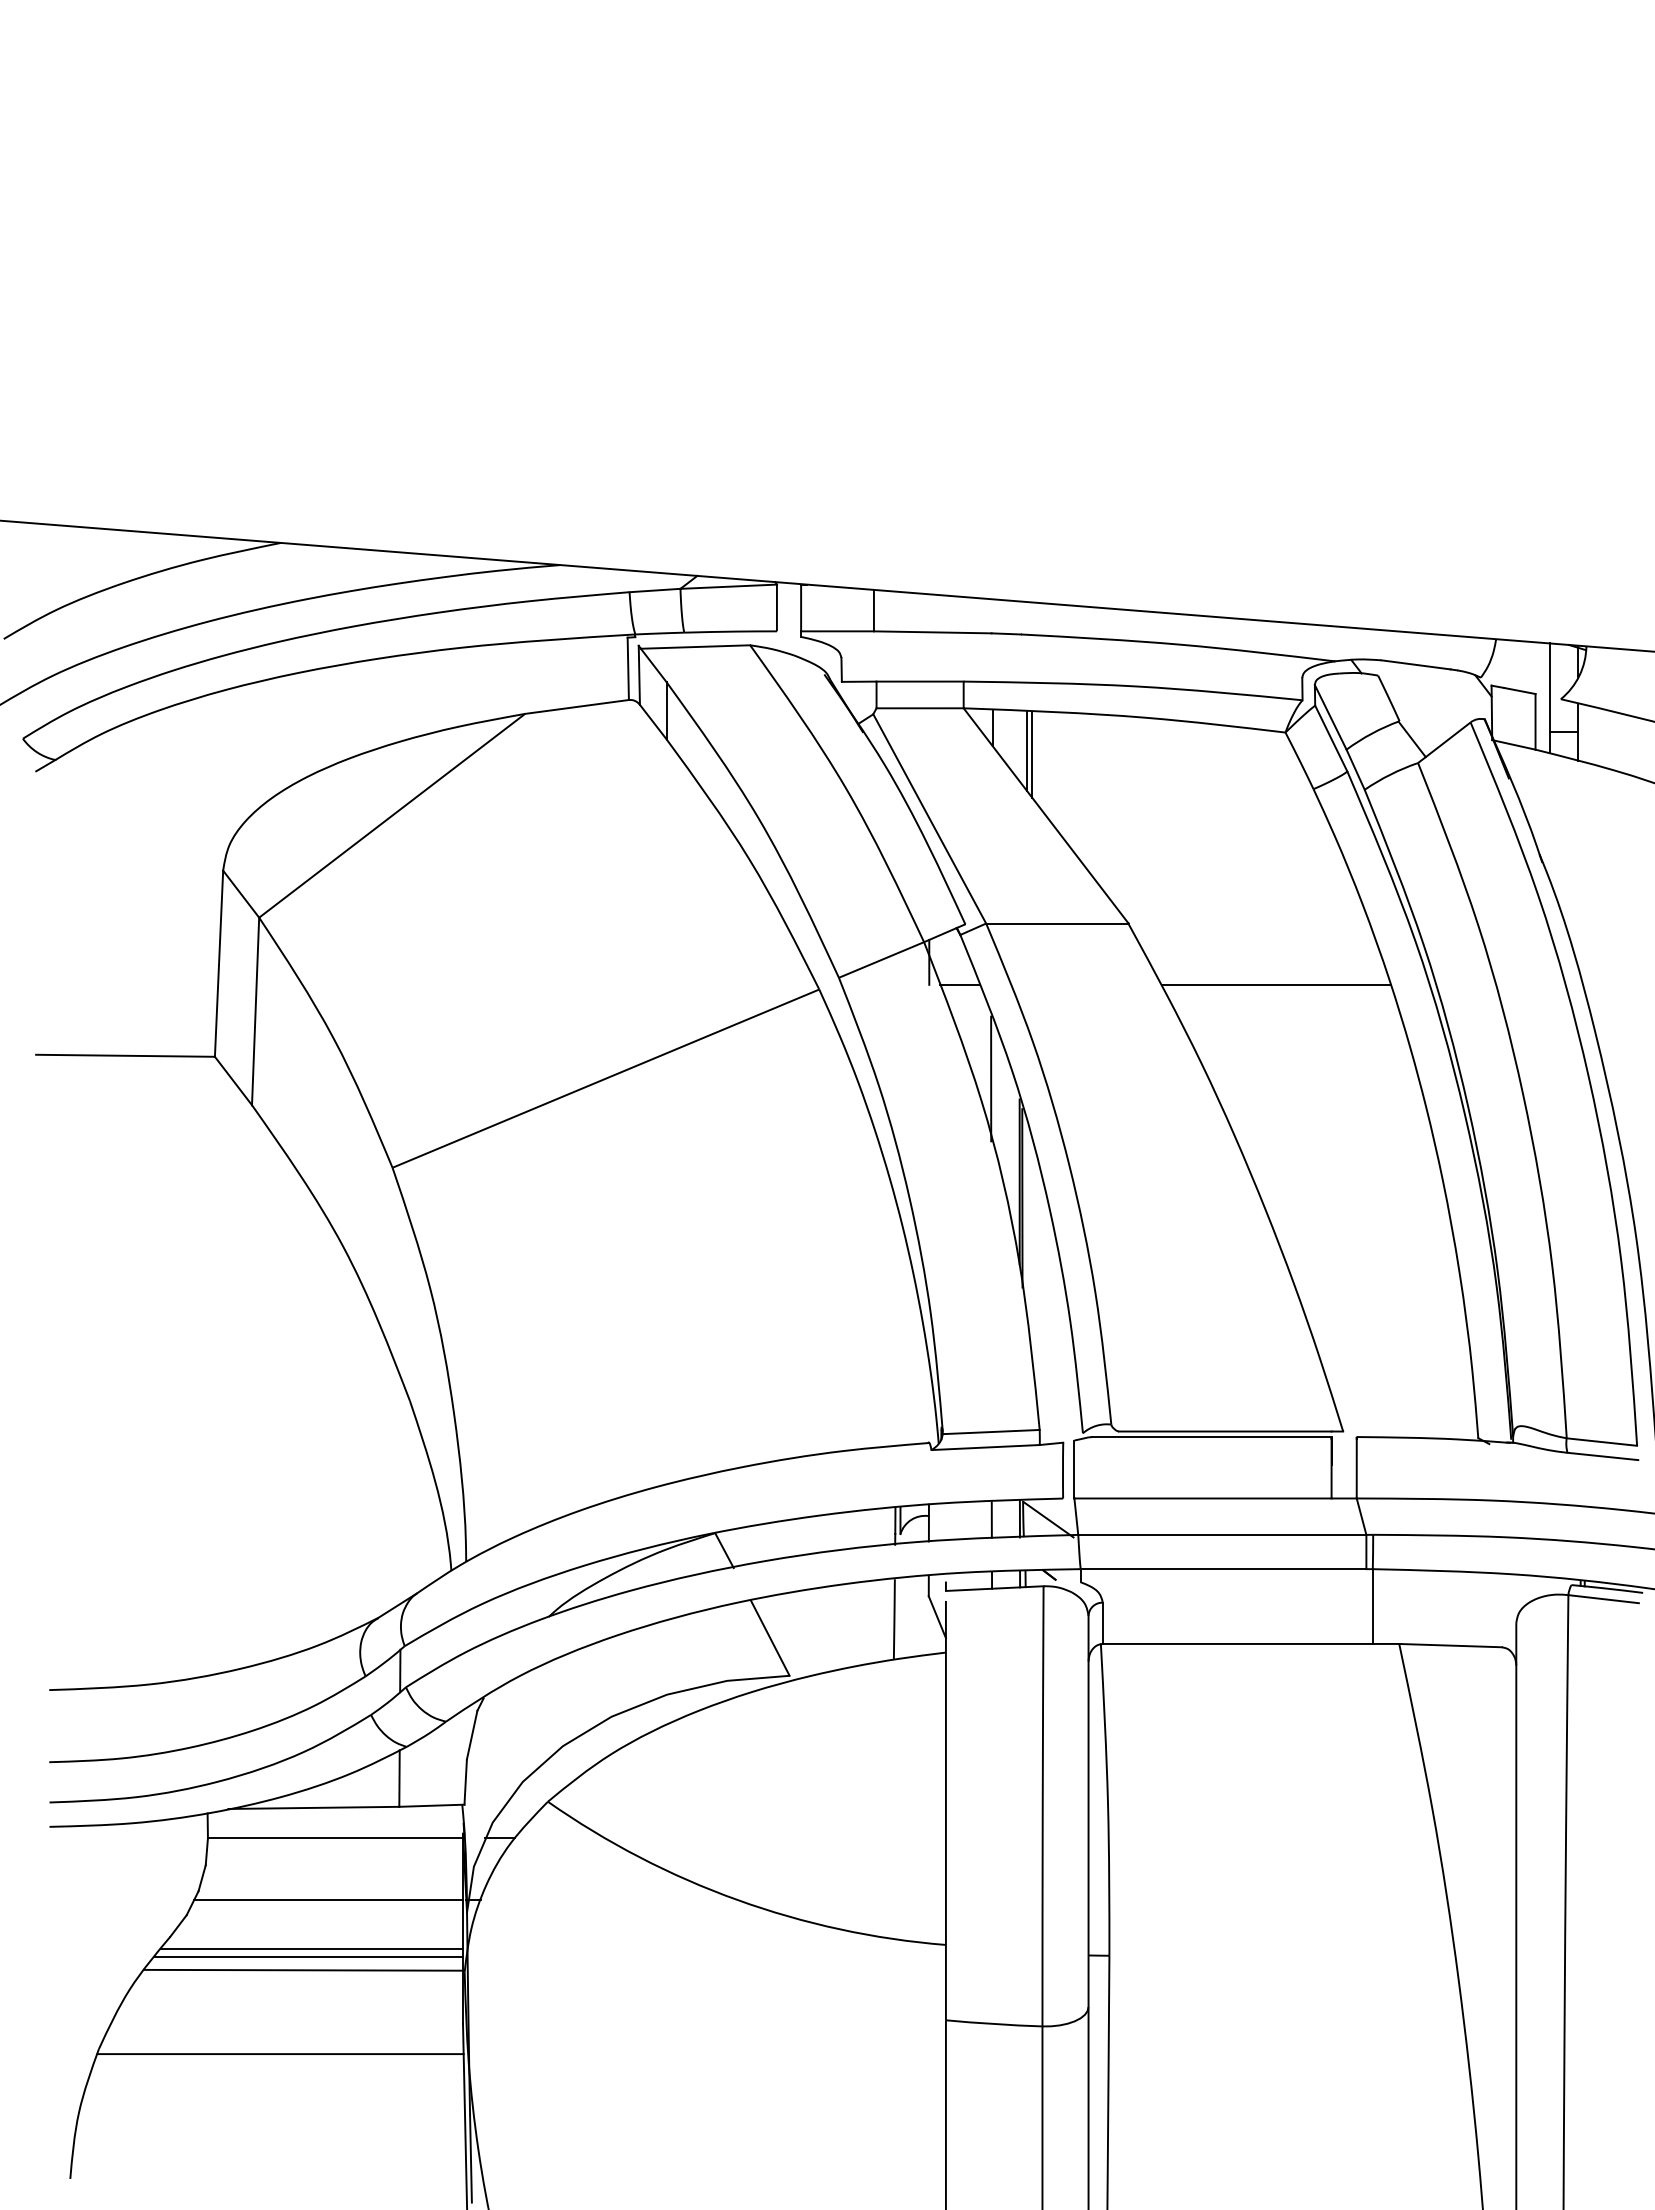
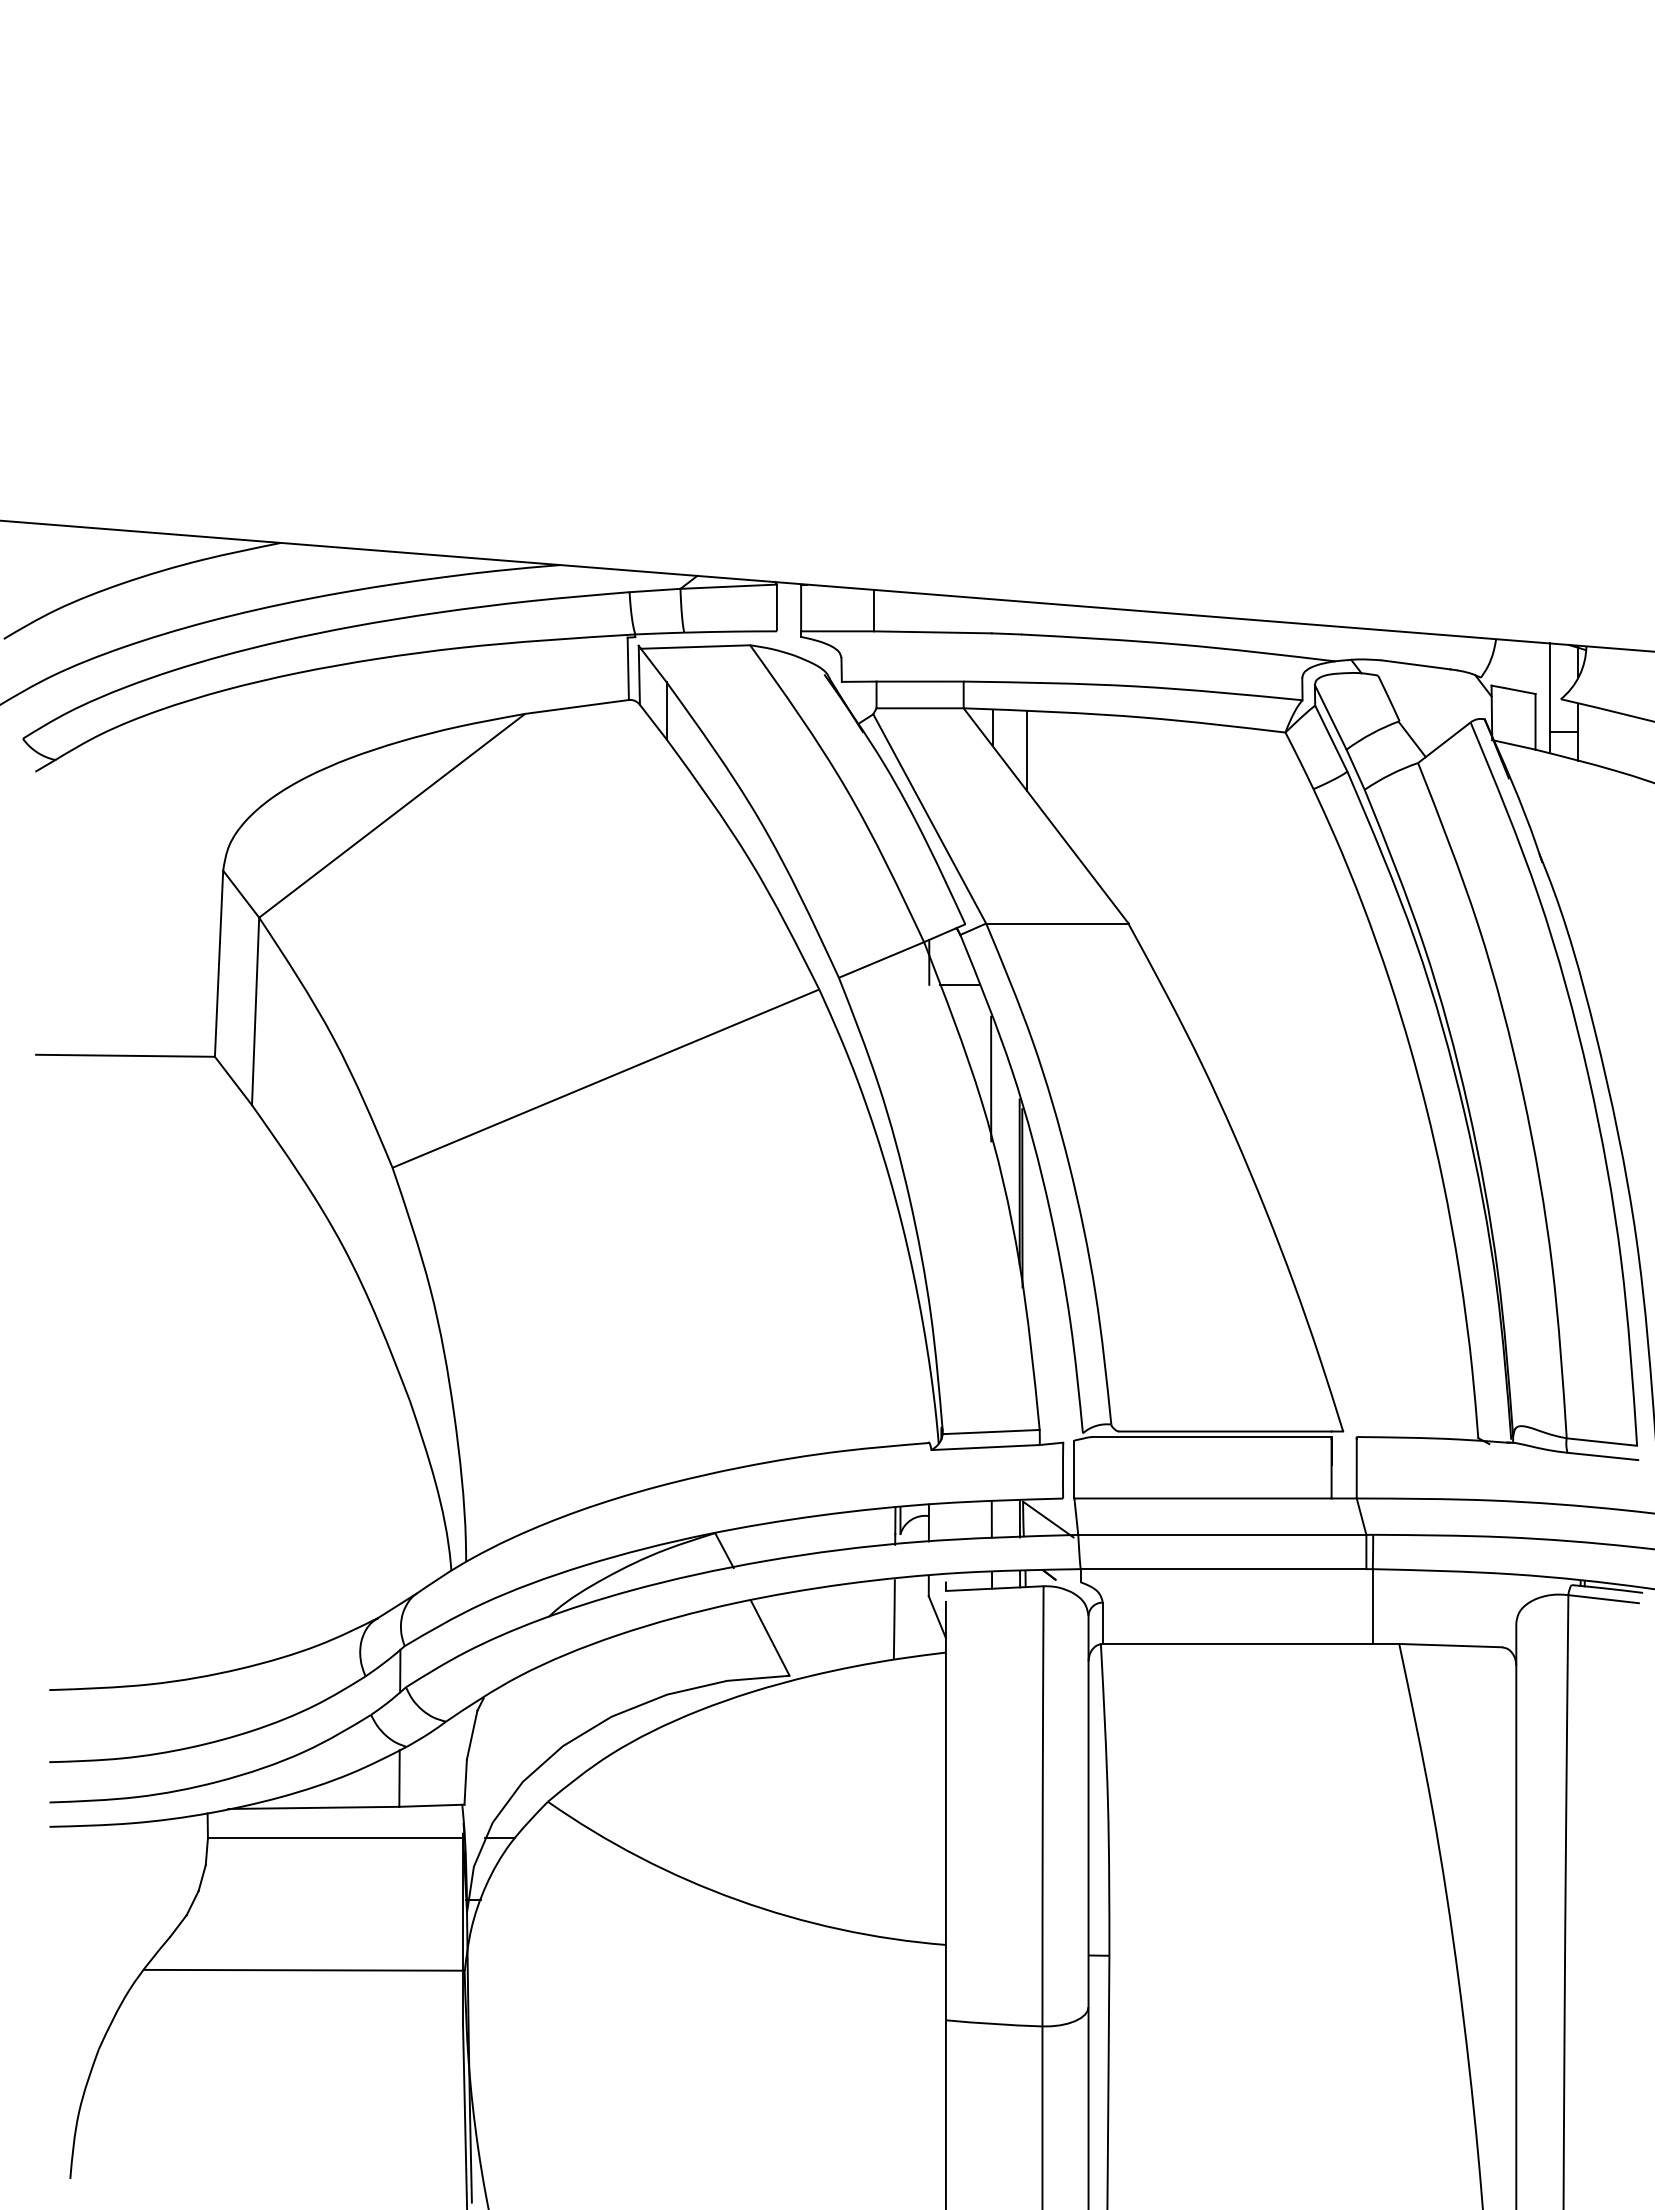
line at (1032, 754): present -> none
line at (1276, 985): present -> none
line at (328, 1899): present -> none
line at (311, 1949): present -> none
line at (308, 1956): present -> none
line at (280, 2054): present -> none
